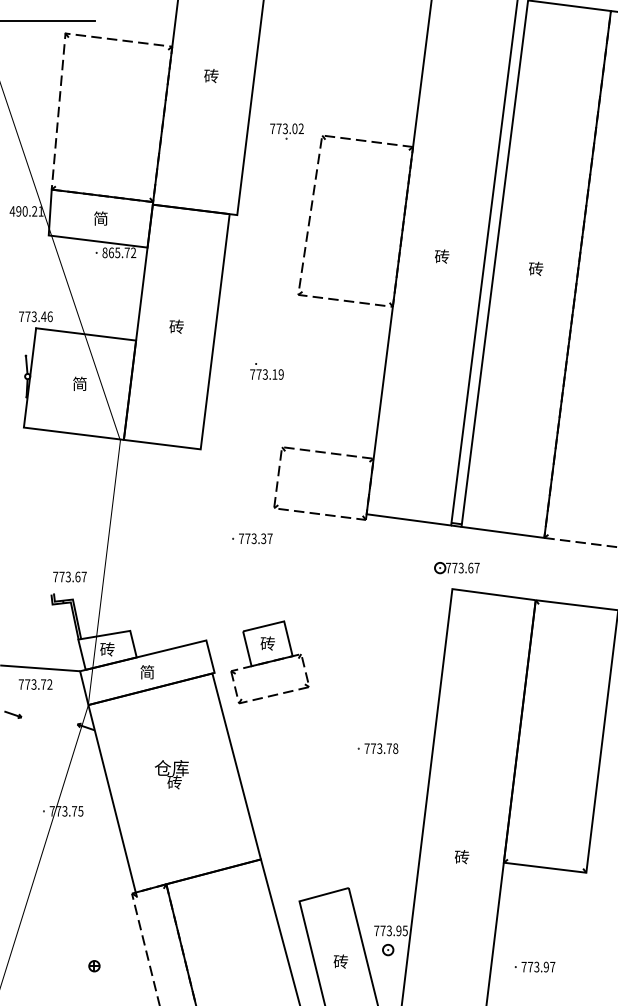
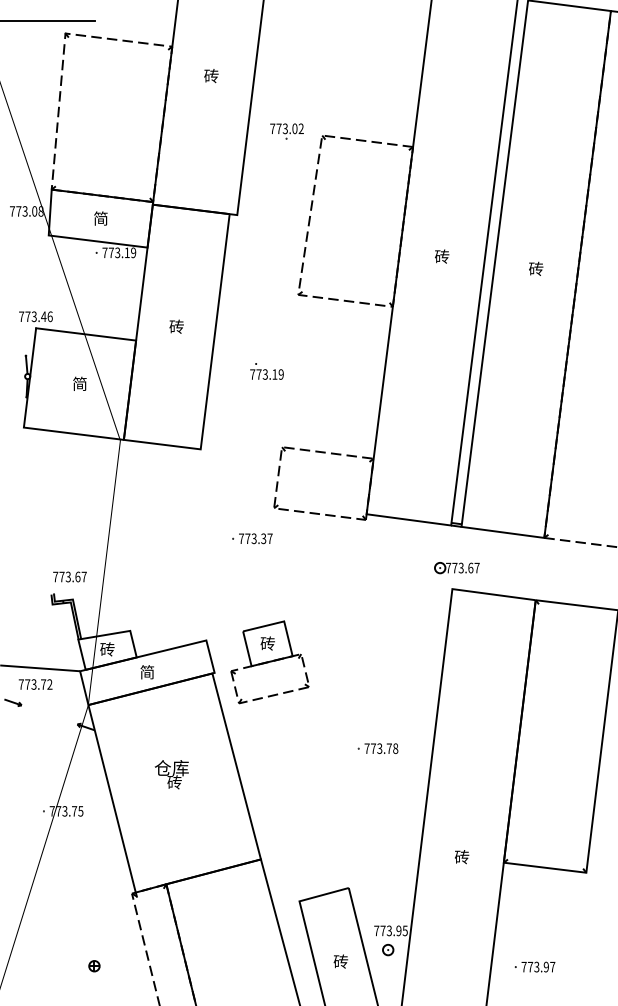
text at (26, 211): 490.21 -> 773.08
text at (119, 252): 865.72 -> 773.19
part at (13, 714) position: (13, 714) -> (13, 702)
